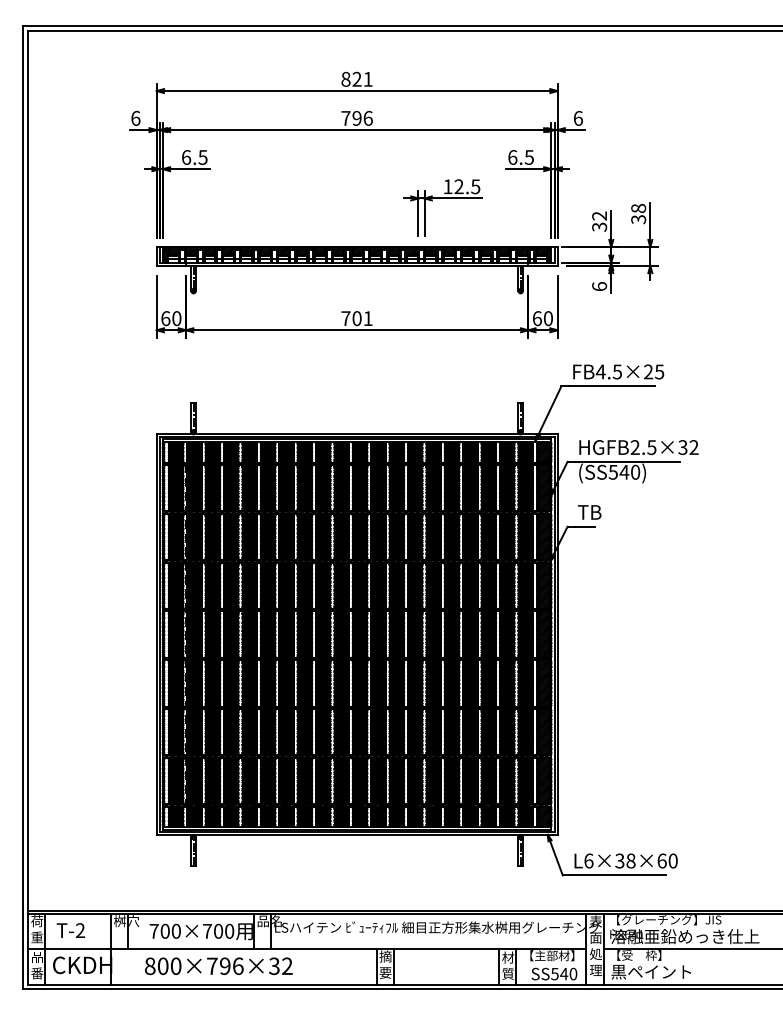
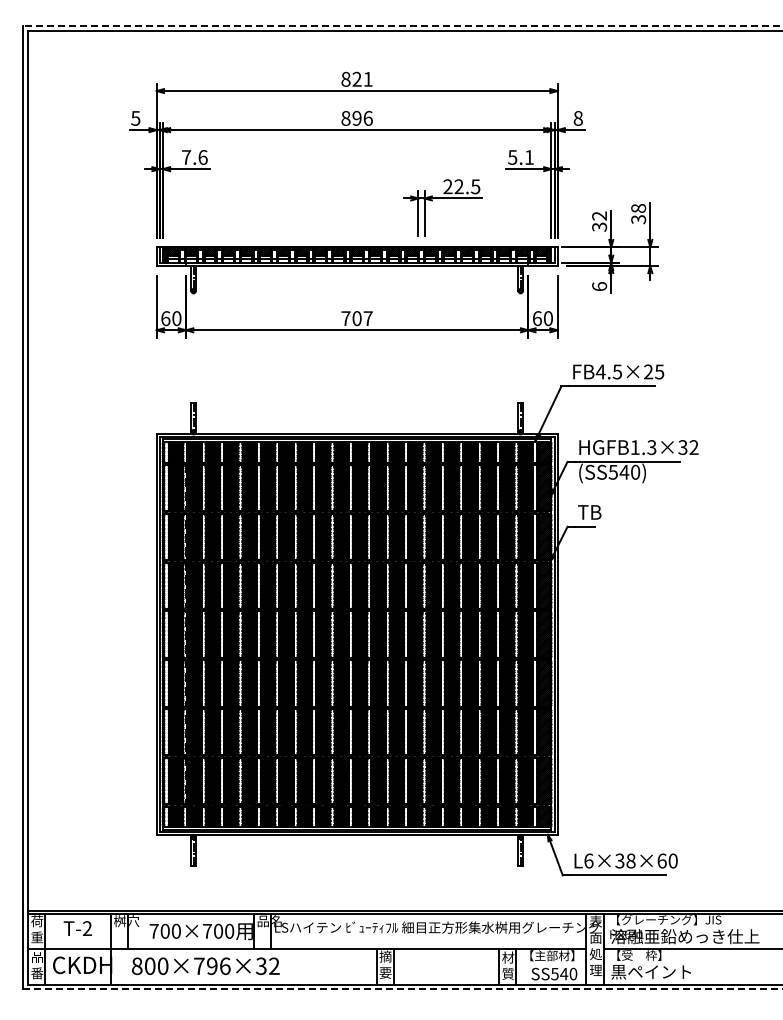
line at (402, 26): solid -> dashed
text at (135, 117): 6 -> 5
text at (345, 118): 796 -> 896
text at (577, 118): 6 -> 8
text at (194, 157): 6.5 -> 7.6
text at (520, 157): 6.5 -> 5.1
text at (447, 186): 12.5 -> 22.5
text at (367, 318): 701 -> 707
text at (643, 447): HGFB2.5×32 -> HGFB1.3×32
text at (70, 930) position: (70, 930) -> (77, 928)
text at (218, 966) position: (218, 966) -> (205, 966)
line at (403, 989): solid -> dashed
